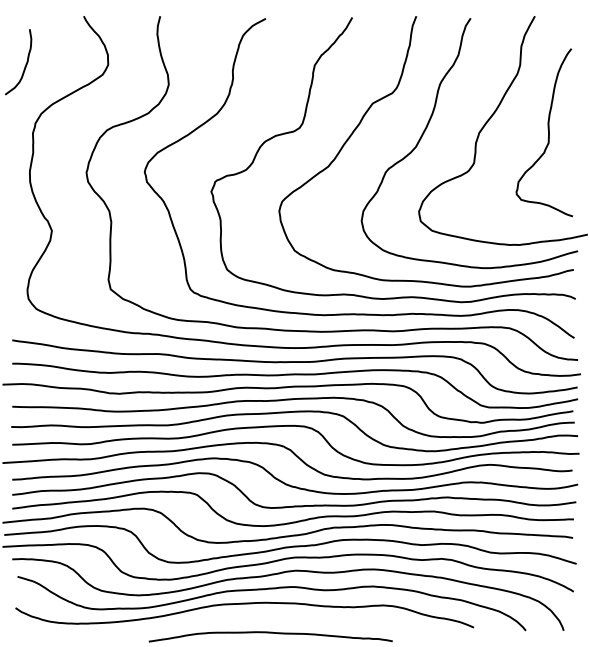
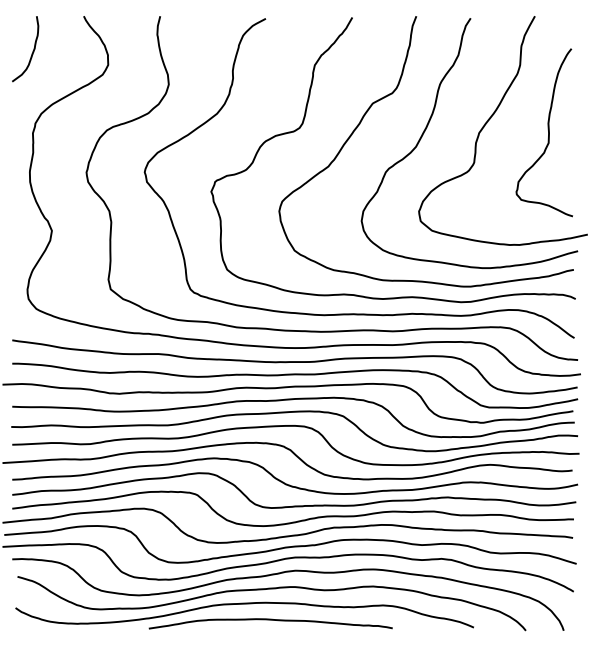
curve at (24, 66) position: (24, 66) -> (31, 53)
curve at (270, 633) position: (270, 633) -> (270, 620)
